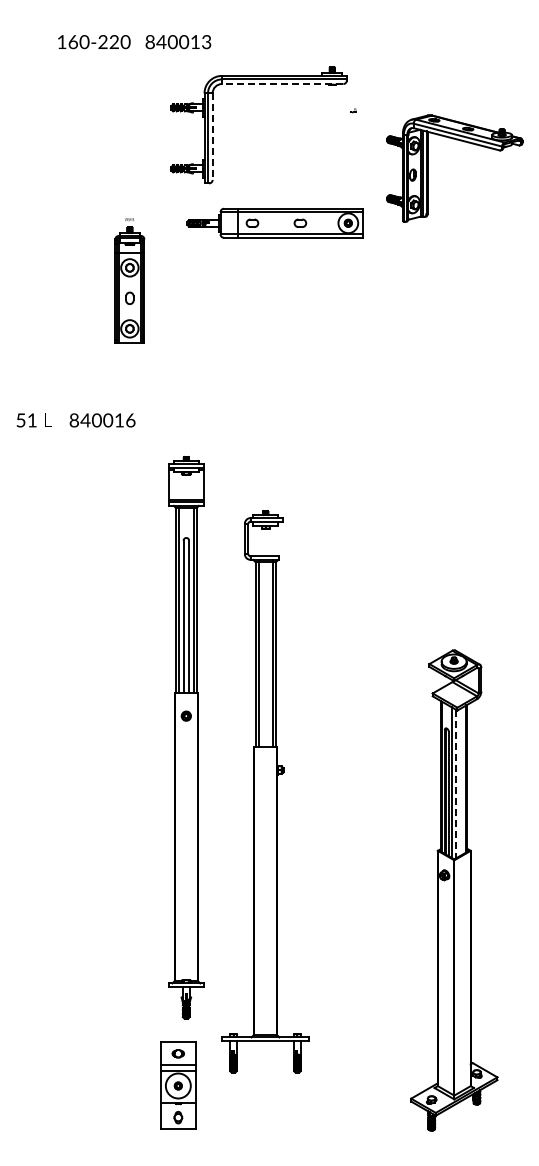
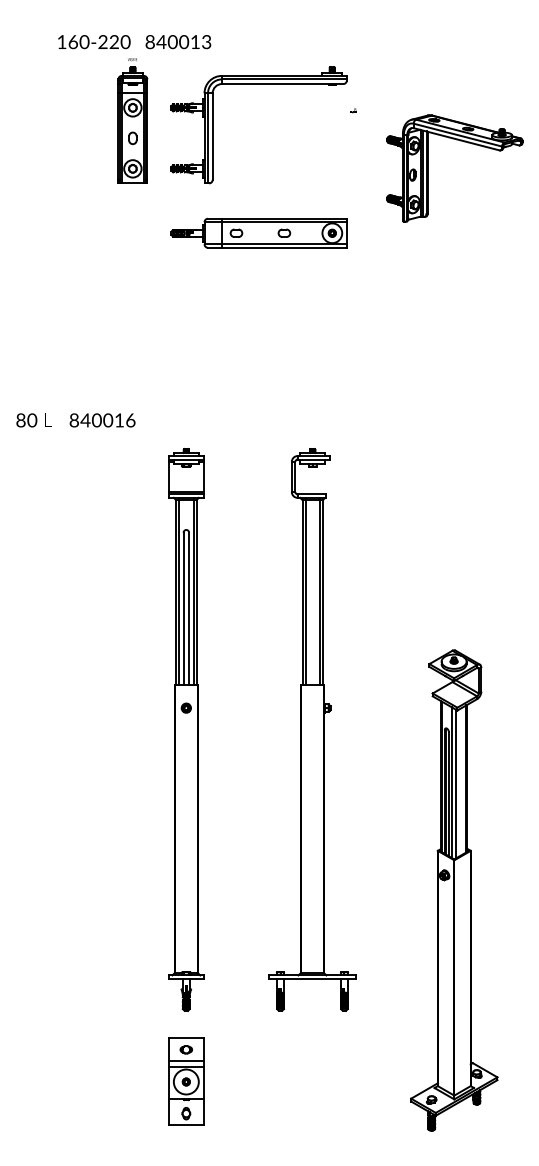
line at (282, 84): dashed -> solid
line at (212, 137): dashed -> solid
part at (274, 222) position: (274, 222) -> (258, 232)
part at (129, 280) position: (129, 280) -> (132, 120)
text at (26, 420): 51 -> 80
part at (186, 737) position: (186, 737) -> (186, 729)
line at (456, 784): dashed -> solid
part at (265, 791) position: (265, 791) -> (312, 729)
part at (178, 1085) position: (178, 1085) -> (186, 1081)
